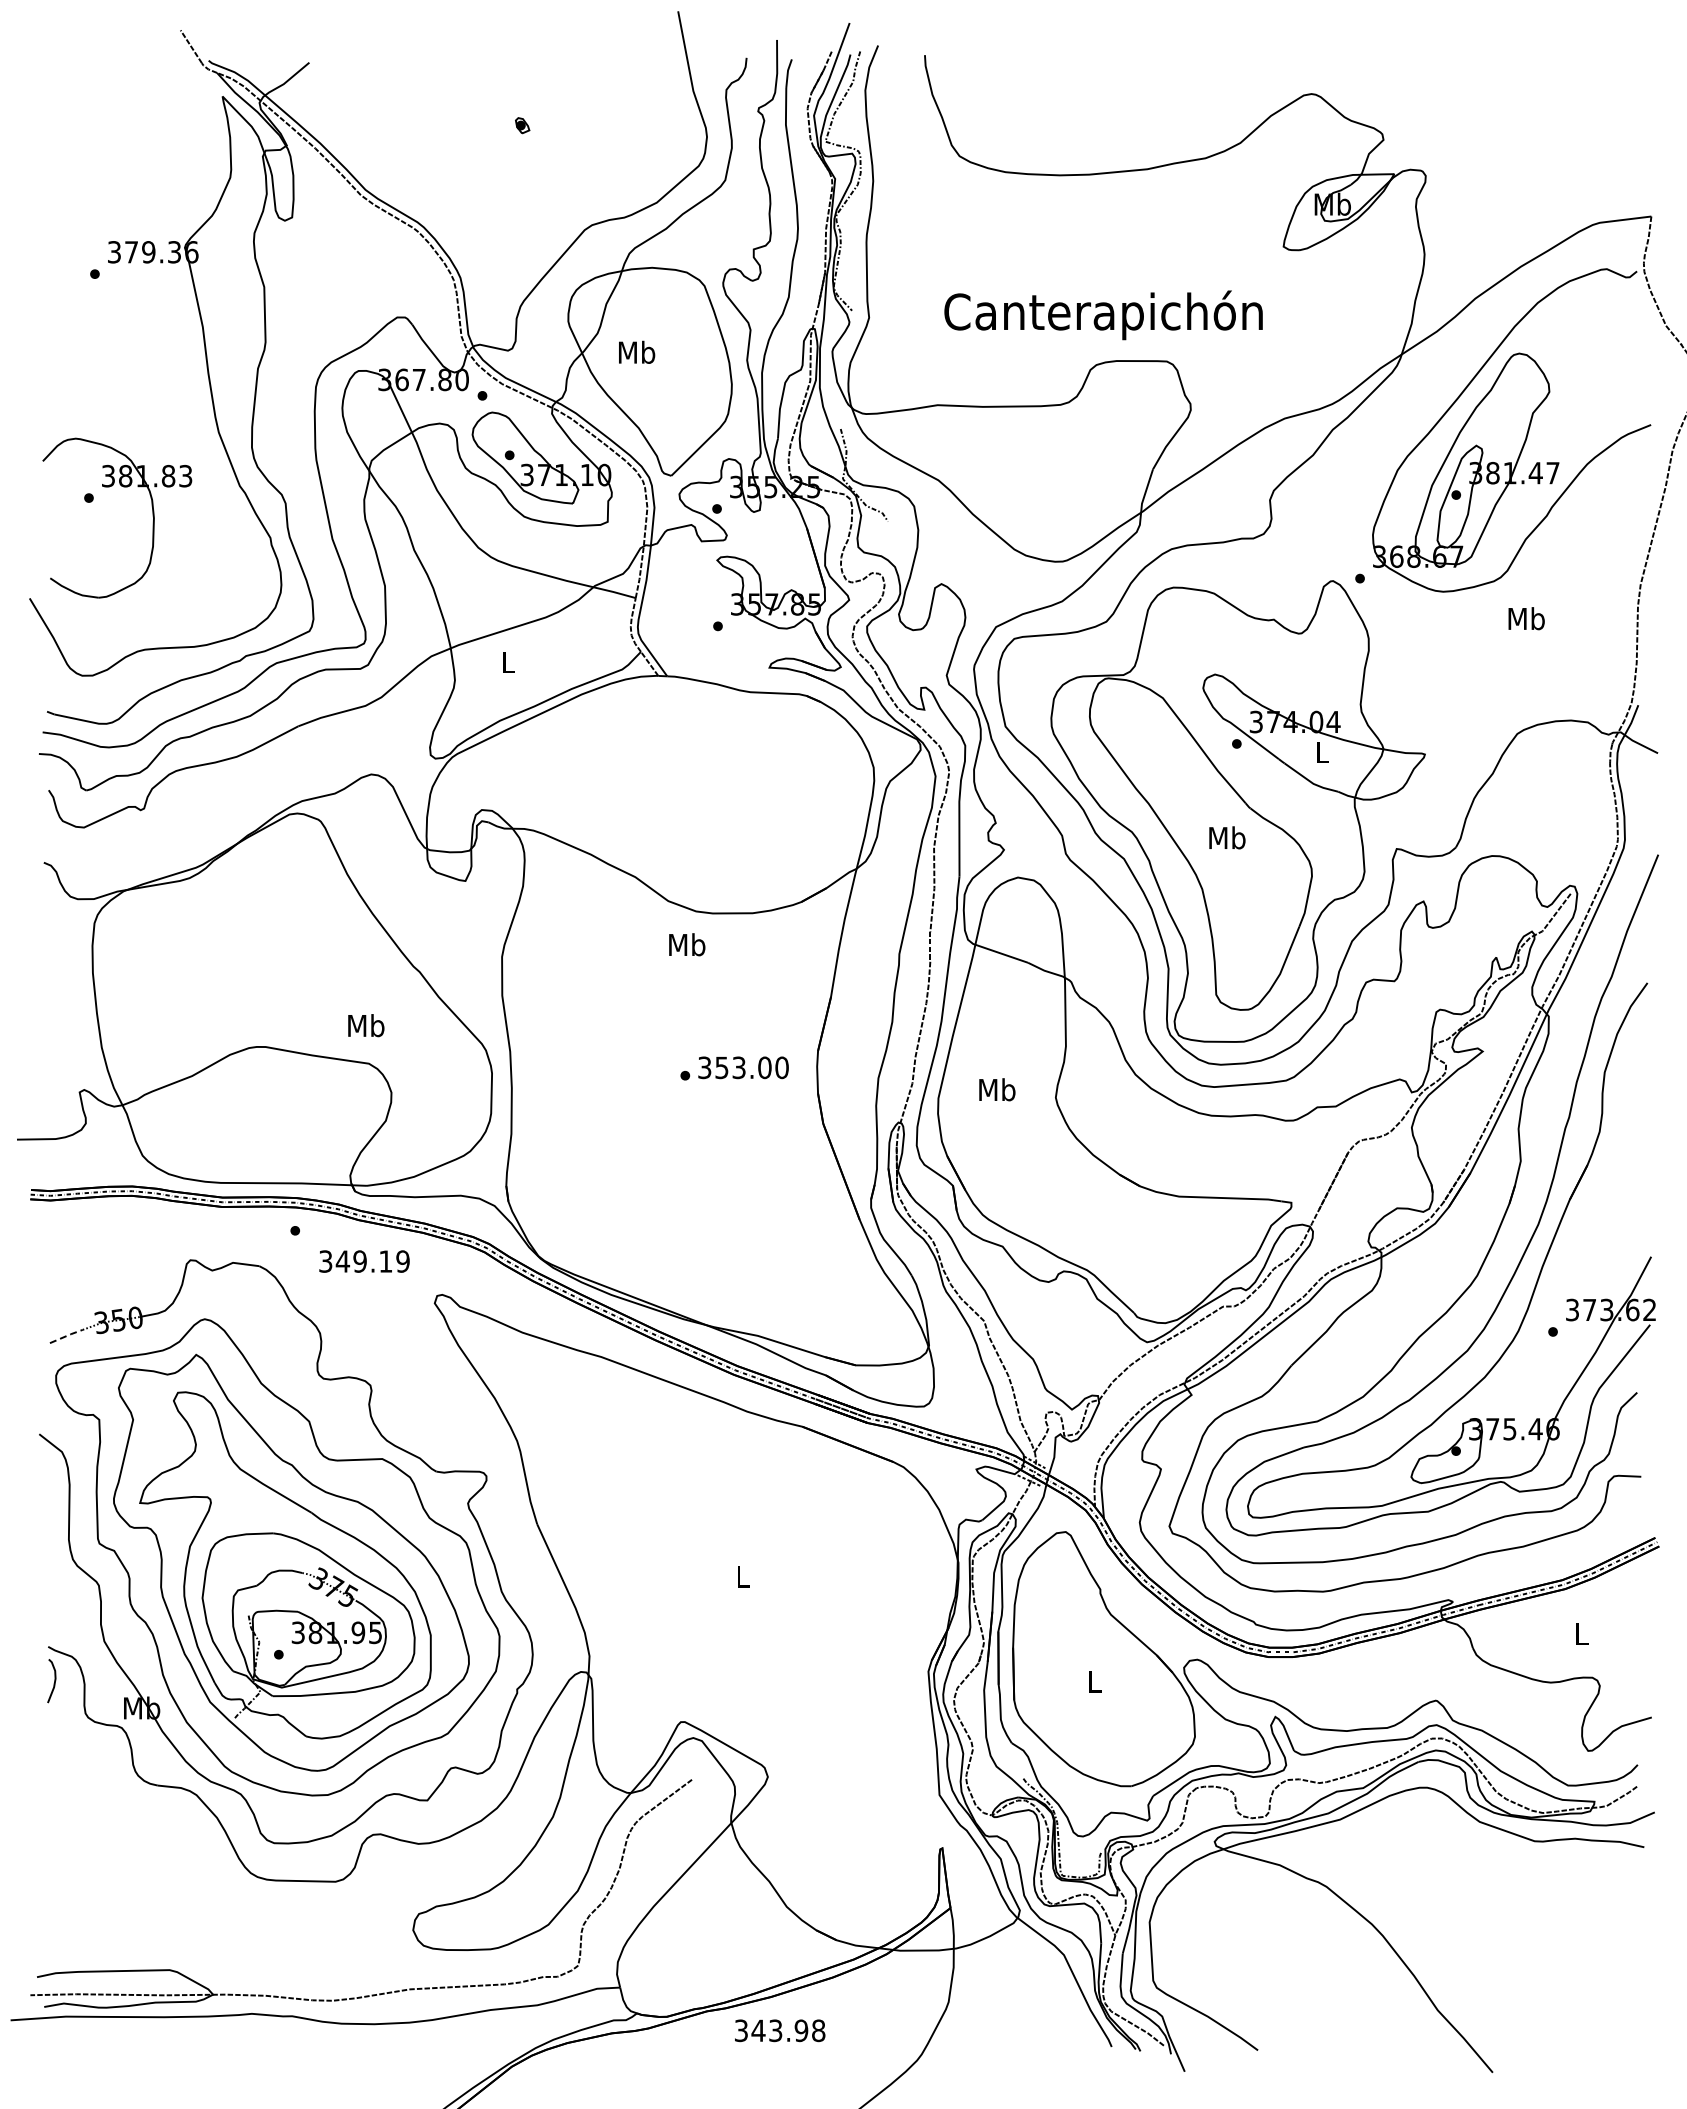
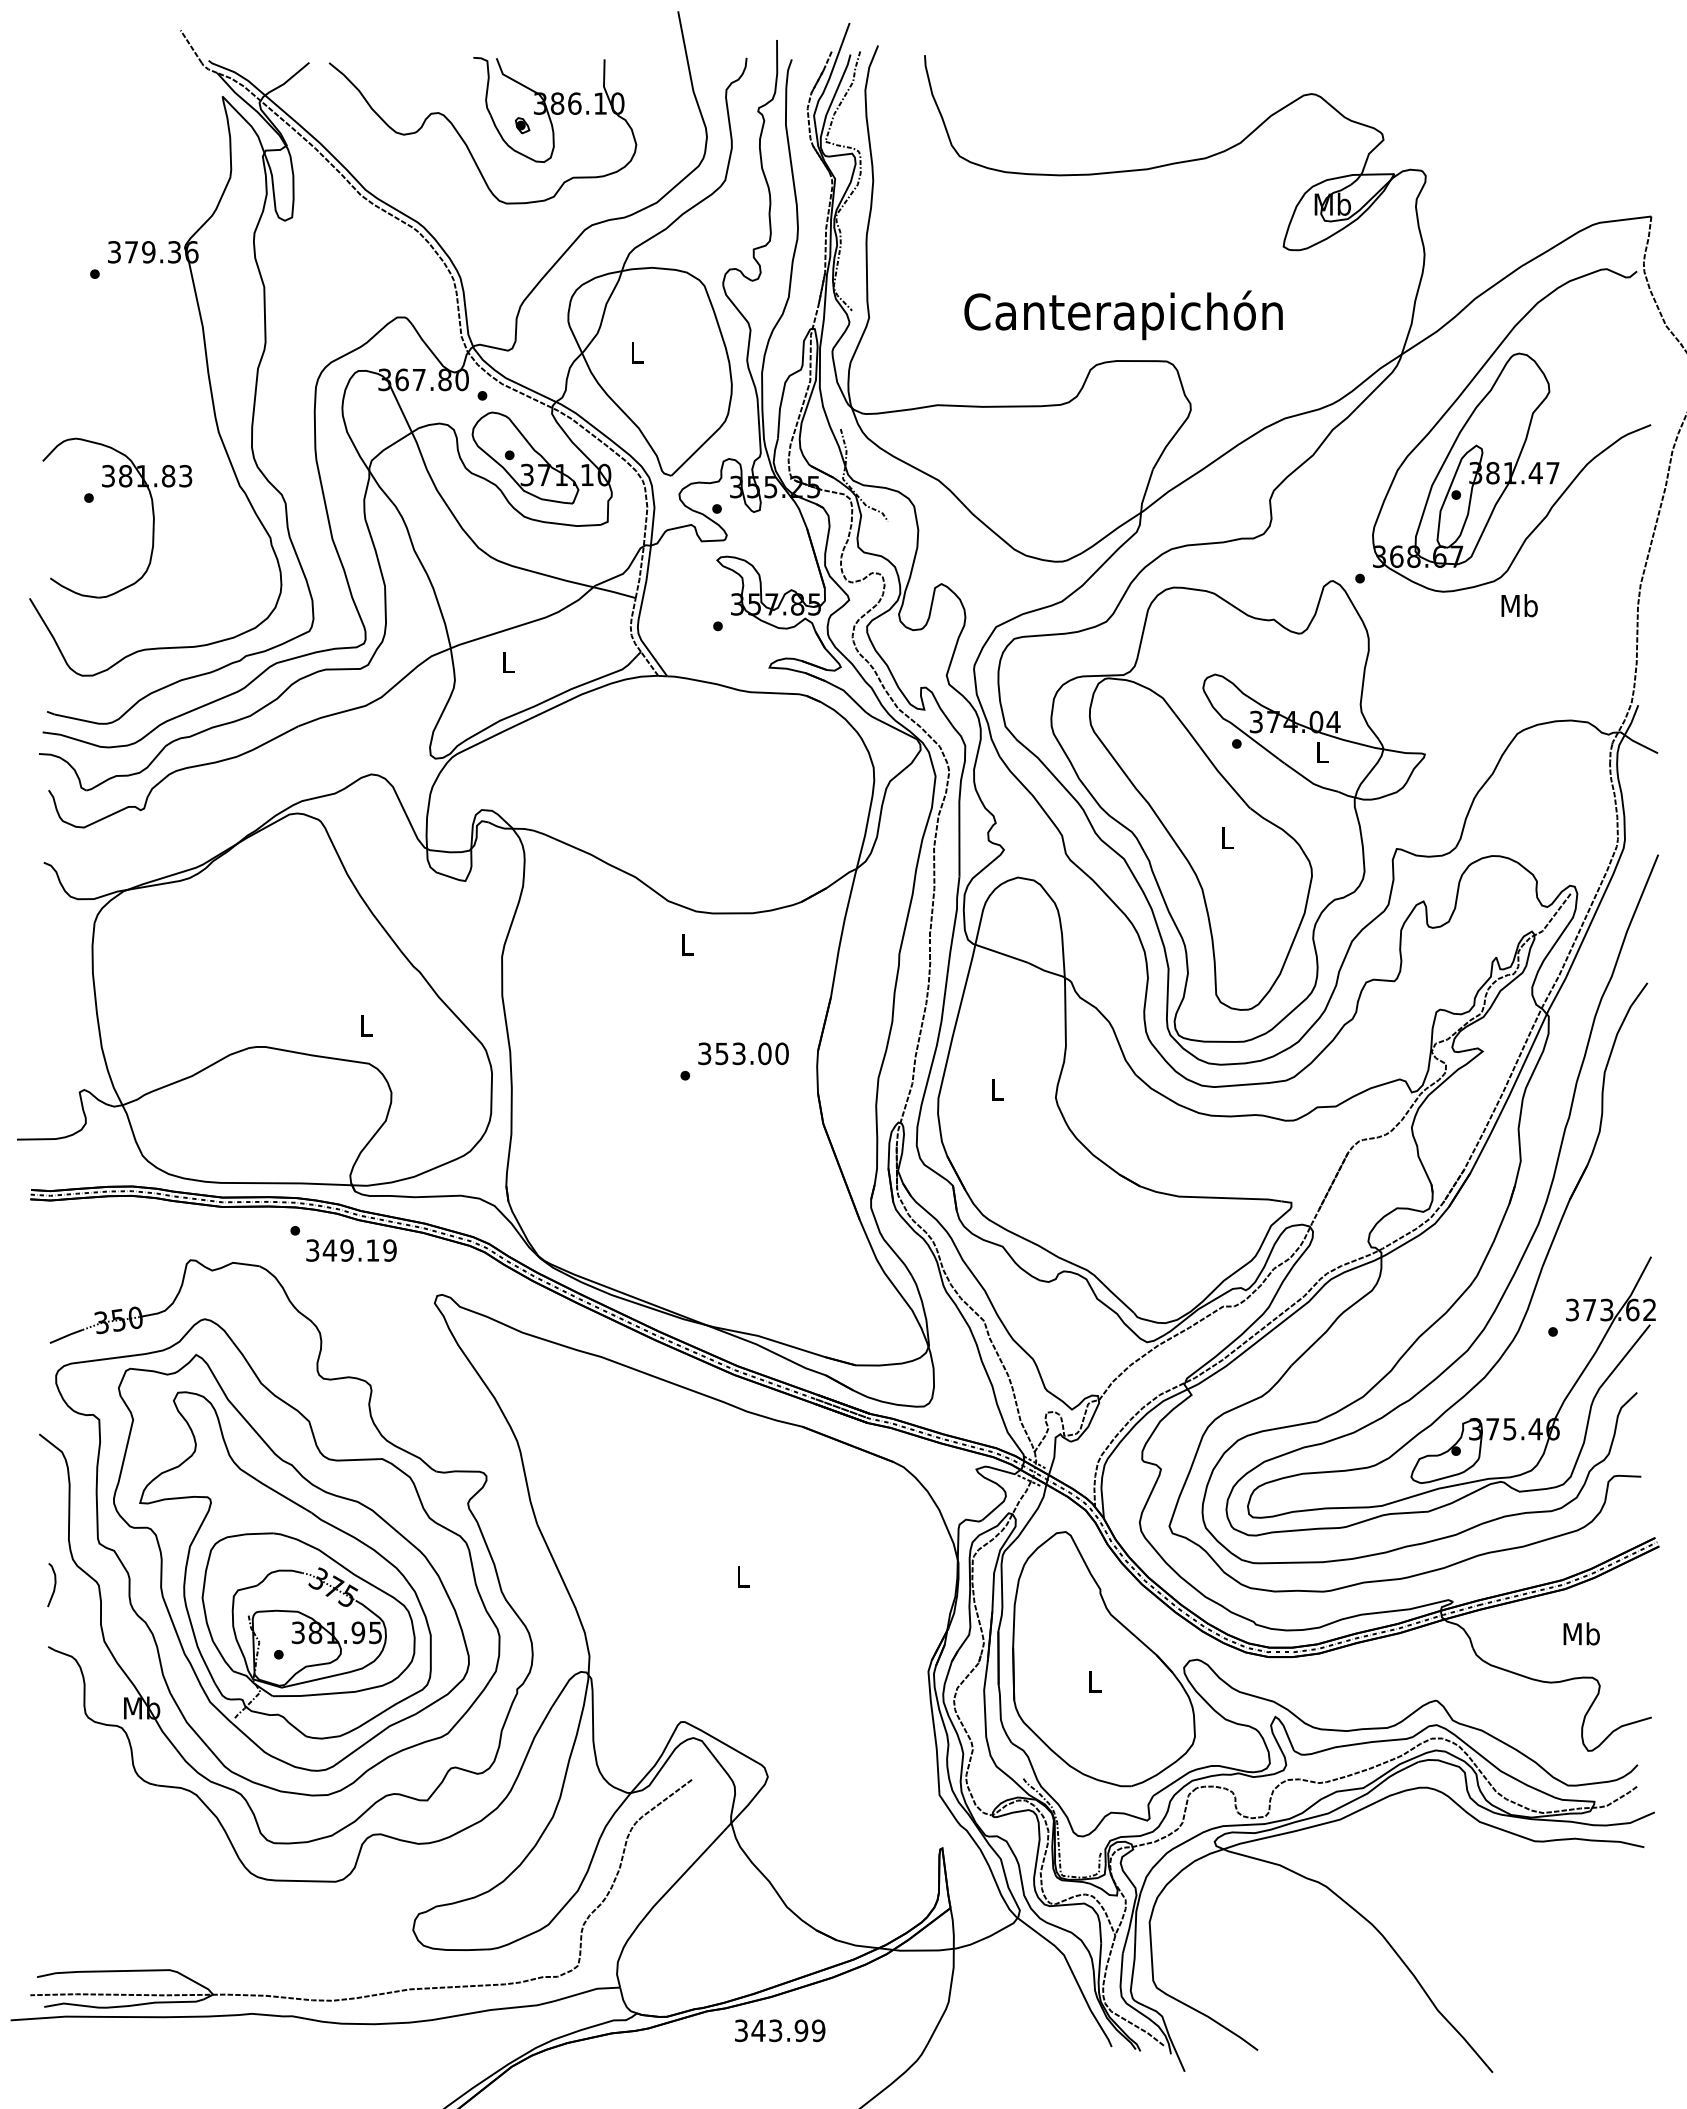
part at (493, 124): none -> present
text at (1103, 315) position: (1103, 315) -> (1123, 315)
text at (637, 351): Mb -> L
text at (1526, 618) position: (1526, 618) -> (1519, 605)
text at (1227, 837): Mb -> L
text at (687, 944): Mb -> L
text at (366, 1025): Mb -> L
text at (743, 1067) position: (743, 1067) -> (743, 1053)
text at (997, 1089): Mb -> L
text at (364, 1261) position: (364, 1261) -> (351, 1250)
line at (67, 1335): dashed -> solid
text at (1581, 1633): L -> Mb
curve at (53, 1683) position: (53, 1683) -> (53, 1587)
text at (818, 2030): 343.98 -> 343.99
